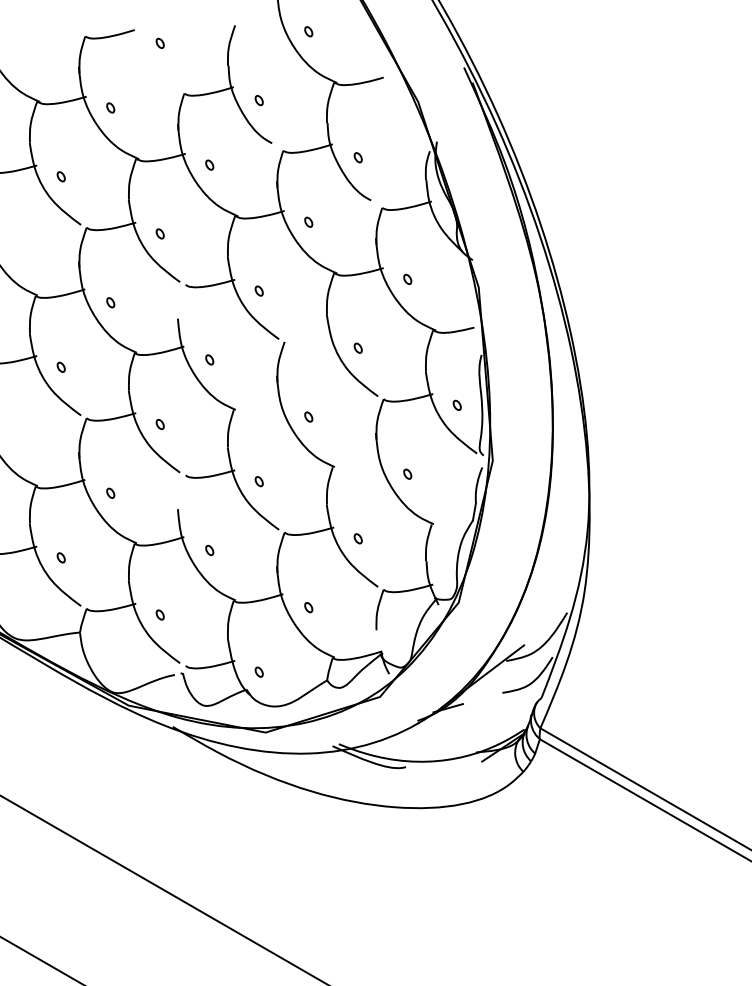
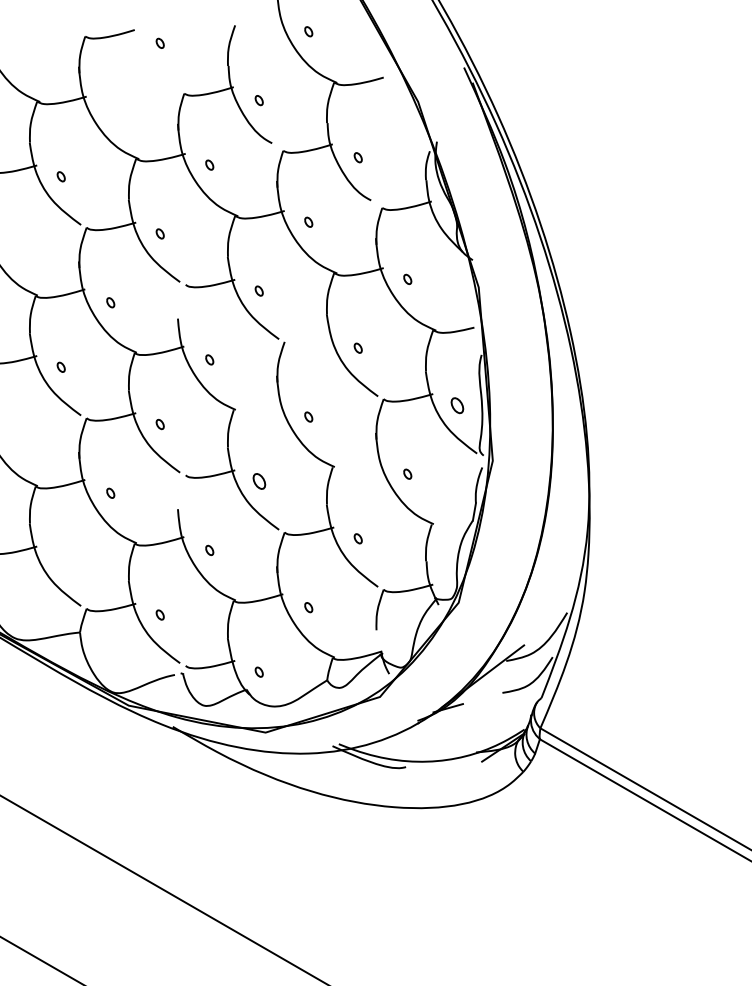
part at (110, 107): present -> none
part at (456, 404) size: 10x12 px -> 15x18 px
part at (258, 481) size: 10x12 px -> 15x17 px
part at (60, 557): present -> none
